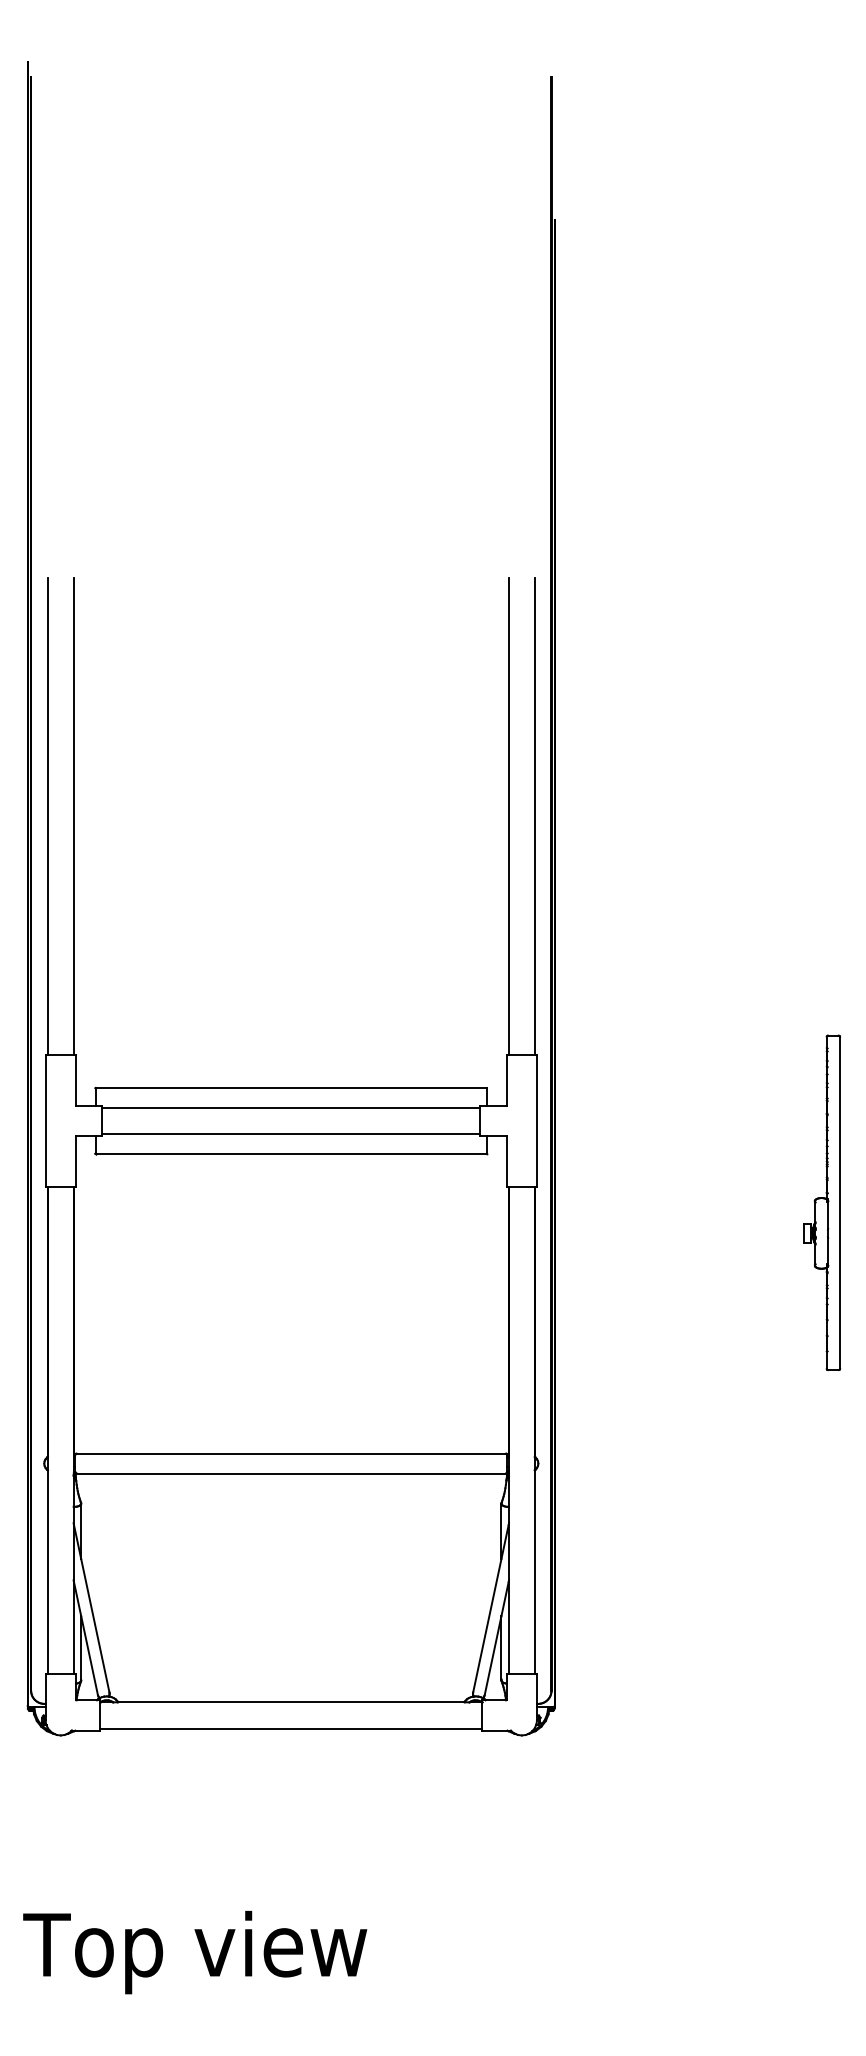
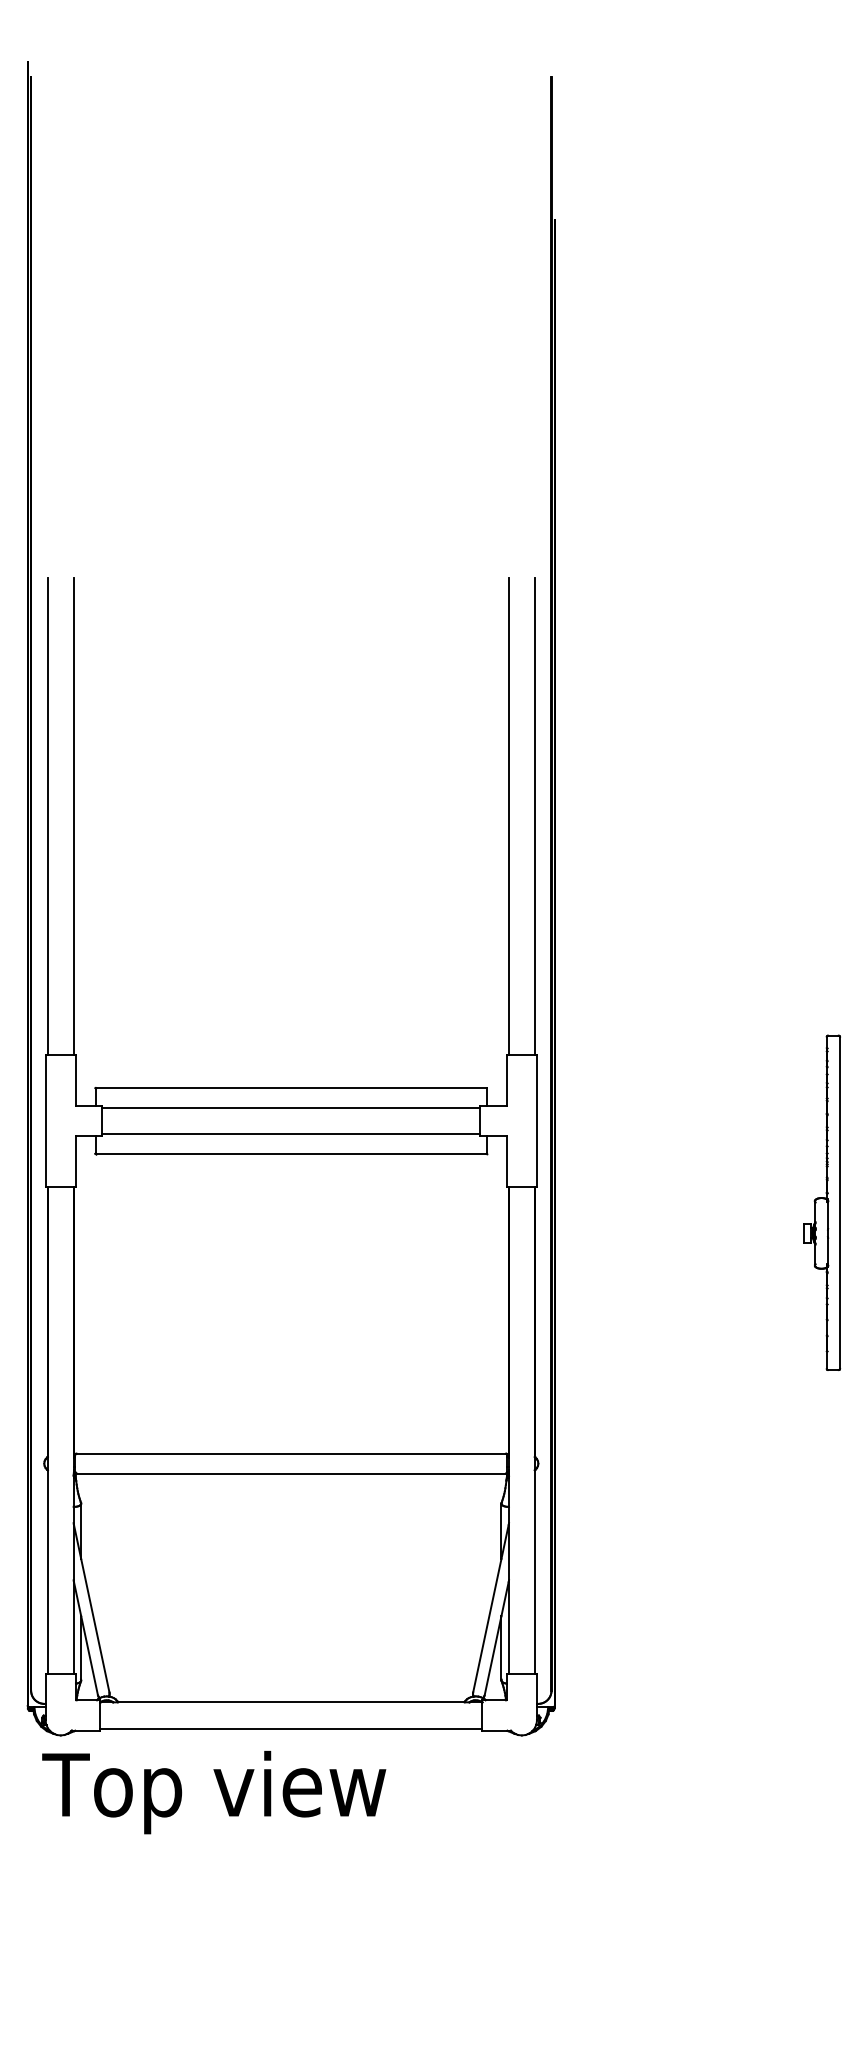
text at (195, 1952) position: (195, 1952) -> (214, 1792)
